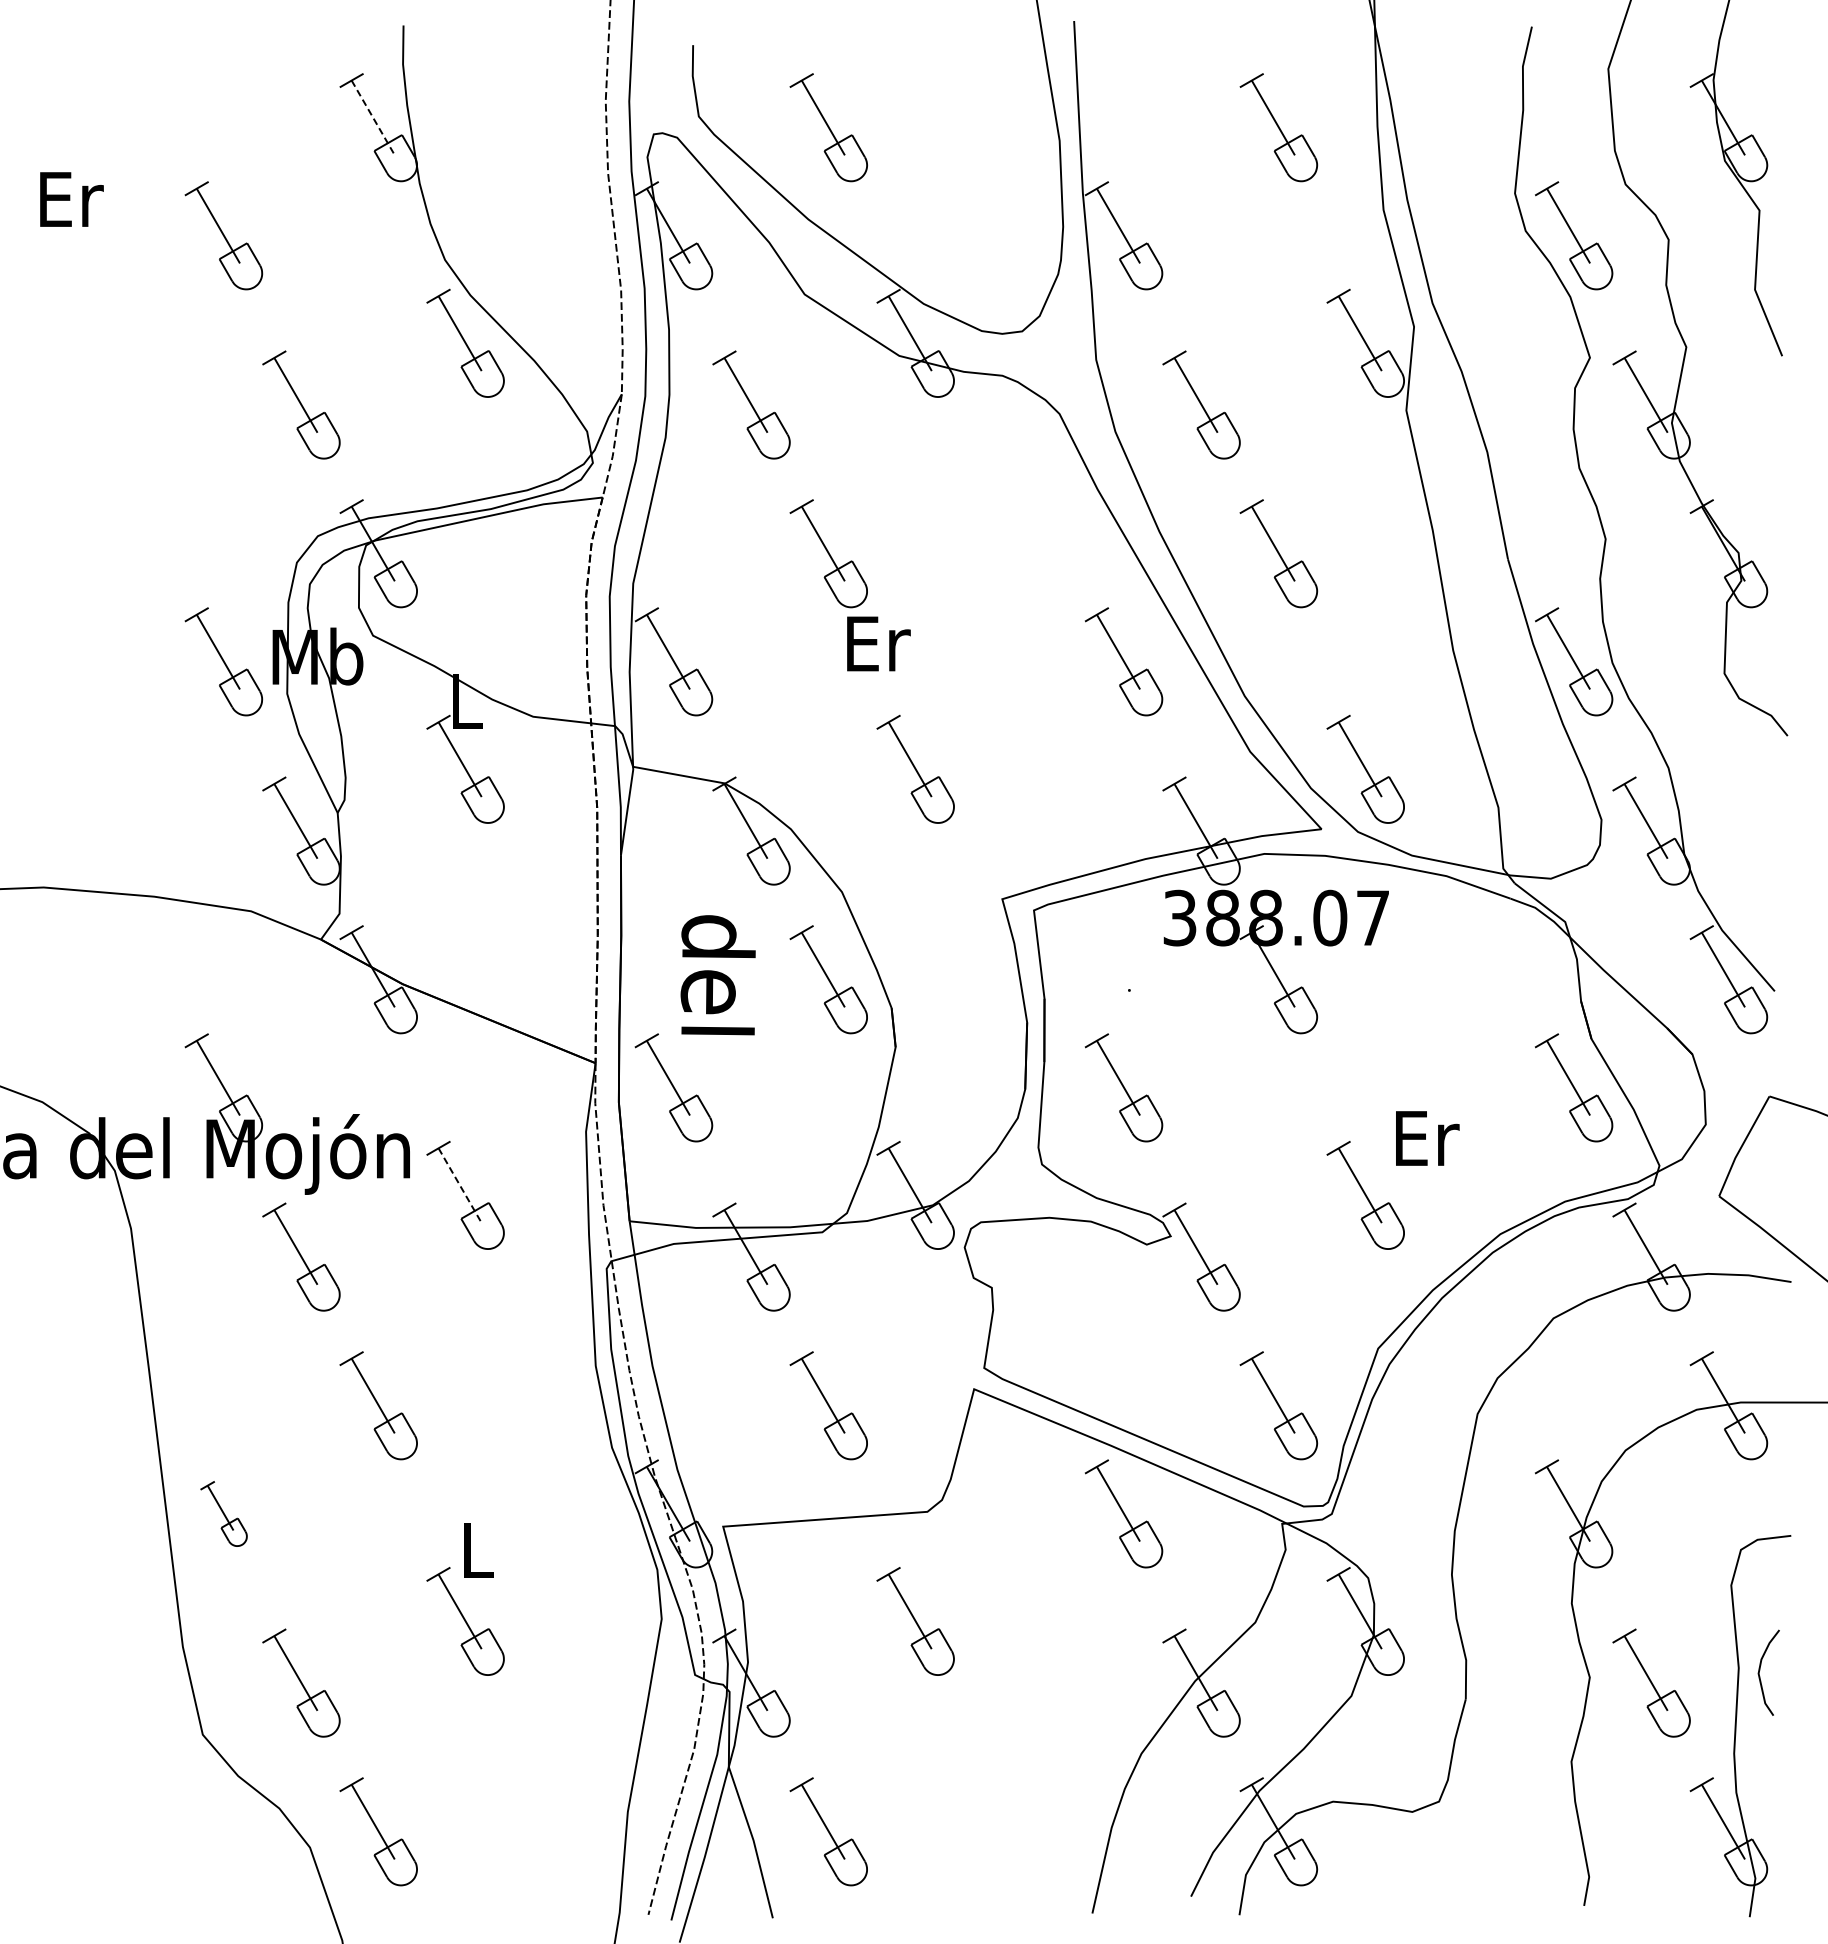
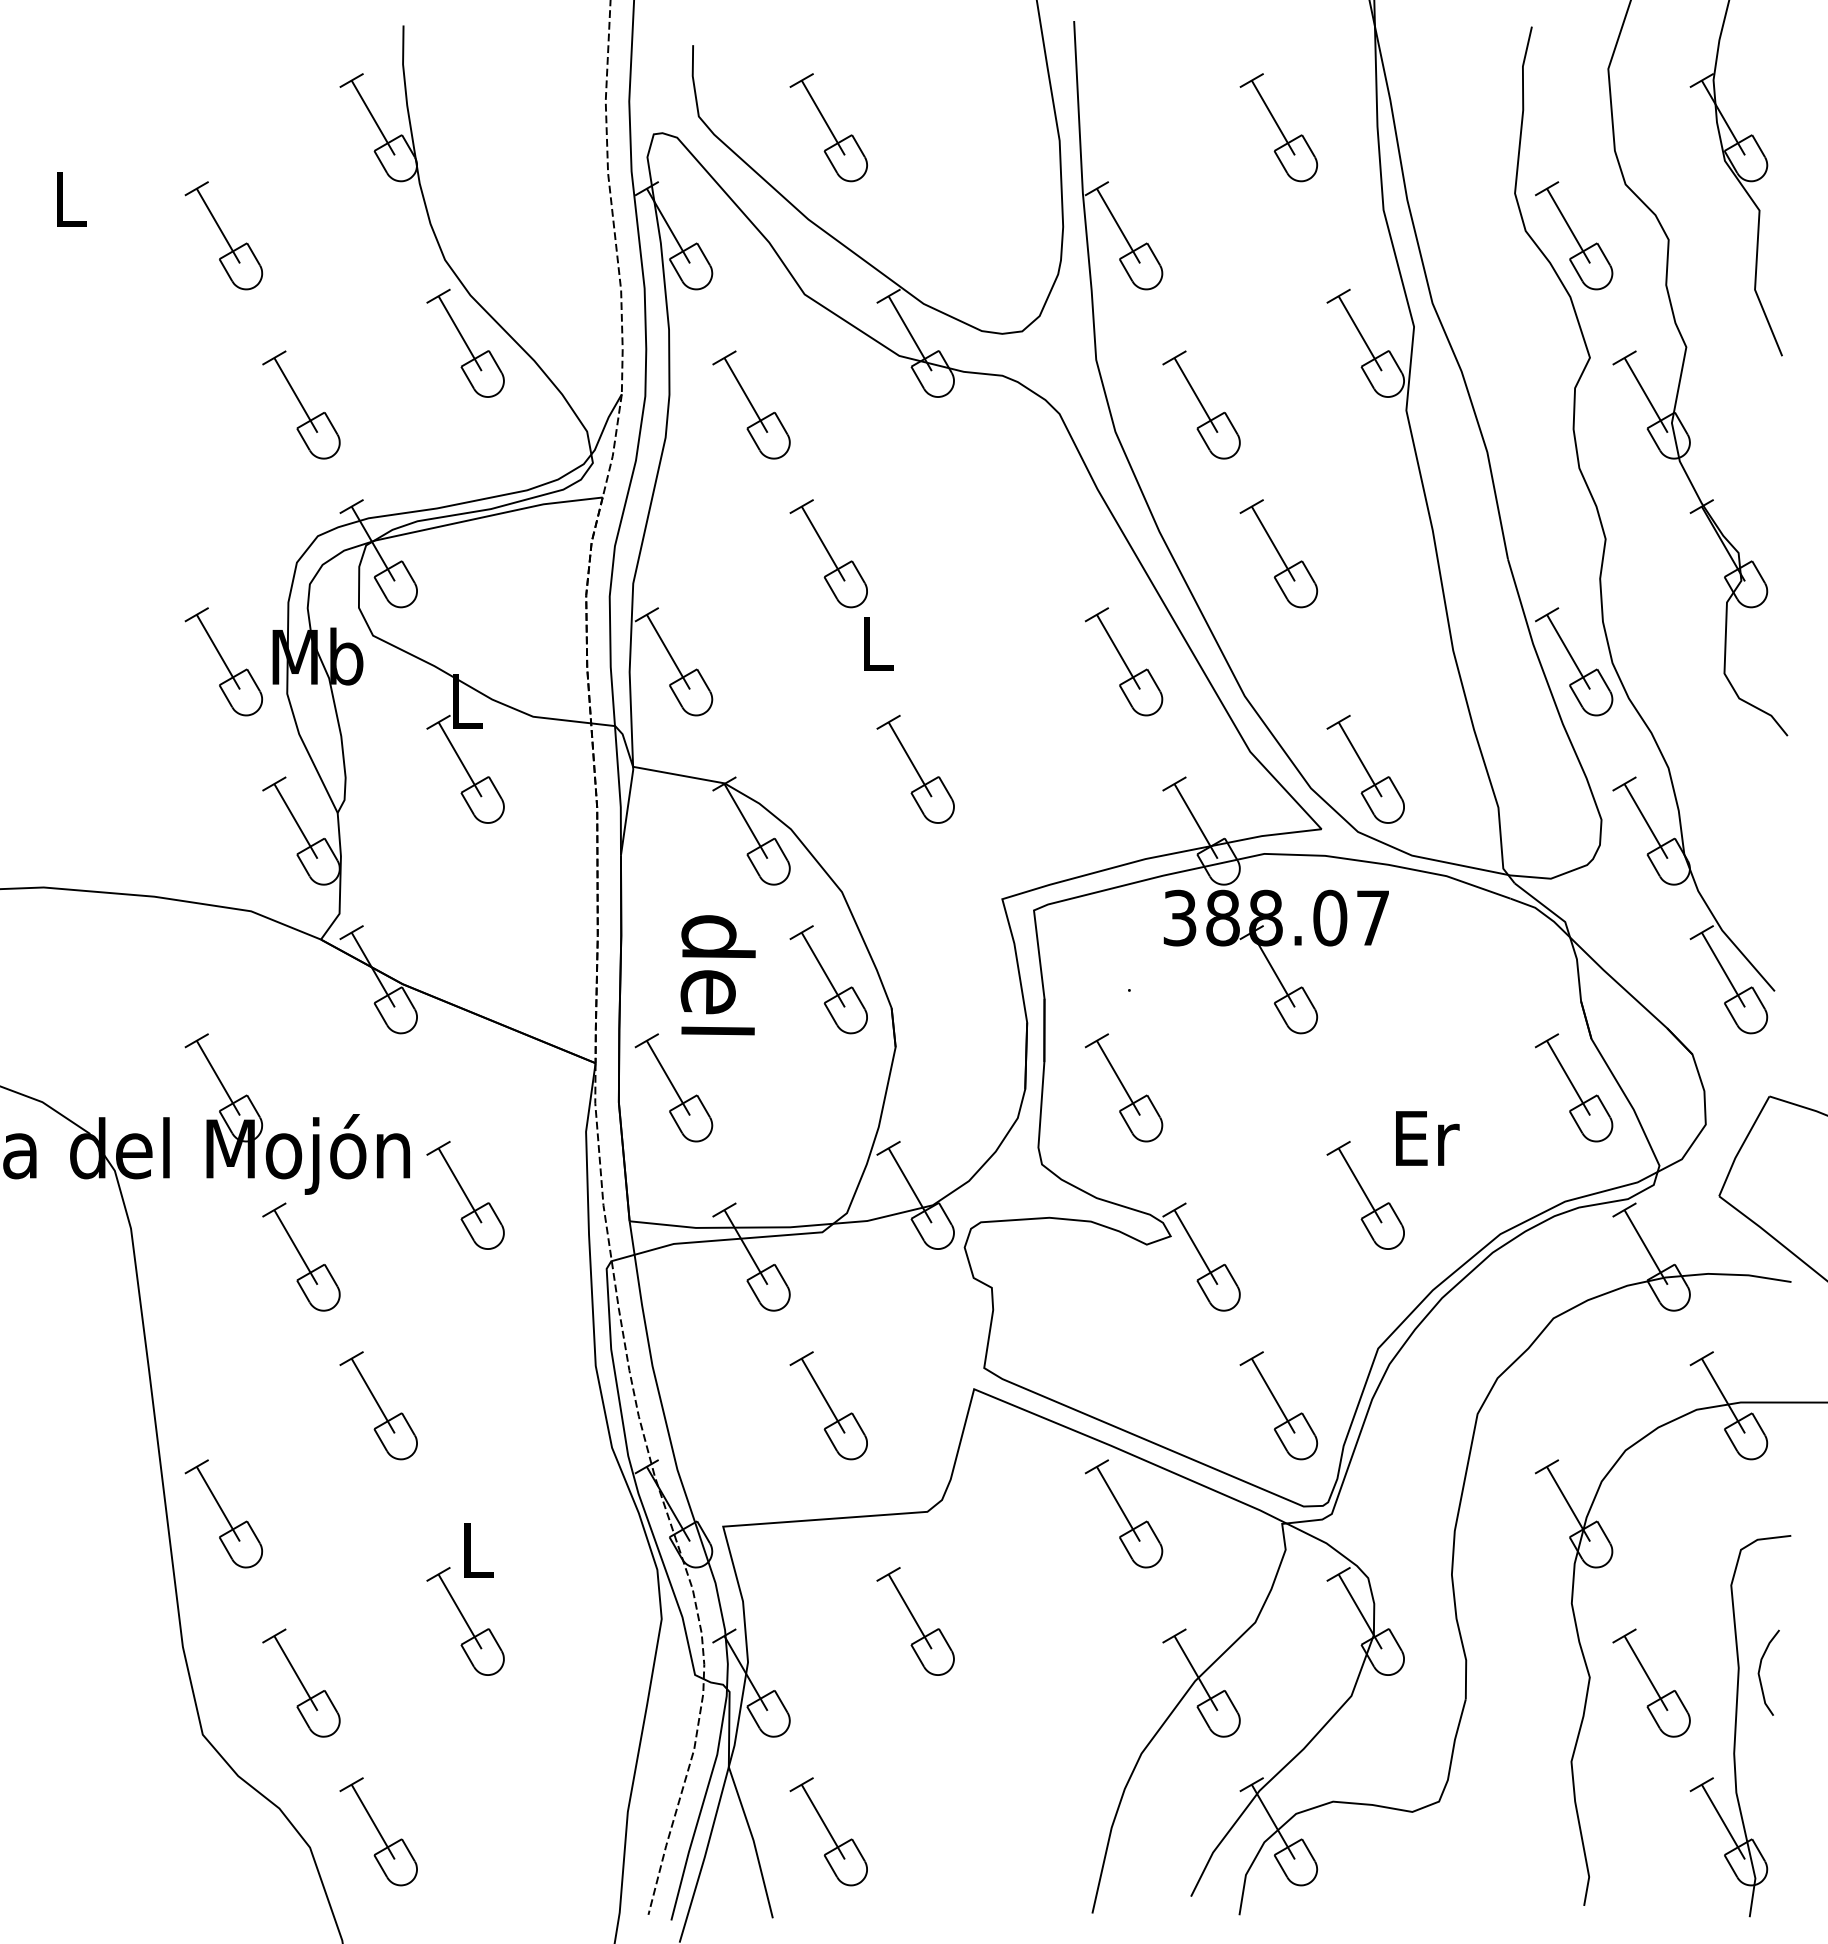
line at (373, 118): dashed -> solid
text at (71, 199): Er -> L
text at (878, 643): Er -> L
line at (460, 1186): dashed -> solid
part at (223, 1513) size: 48x66 px -> 80x110 px
